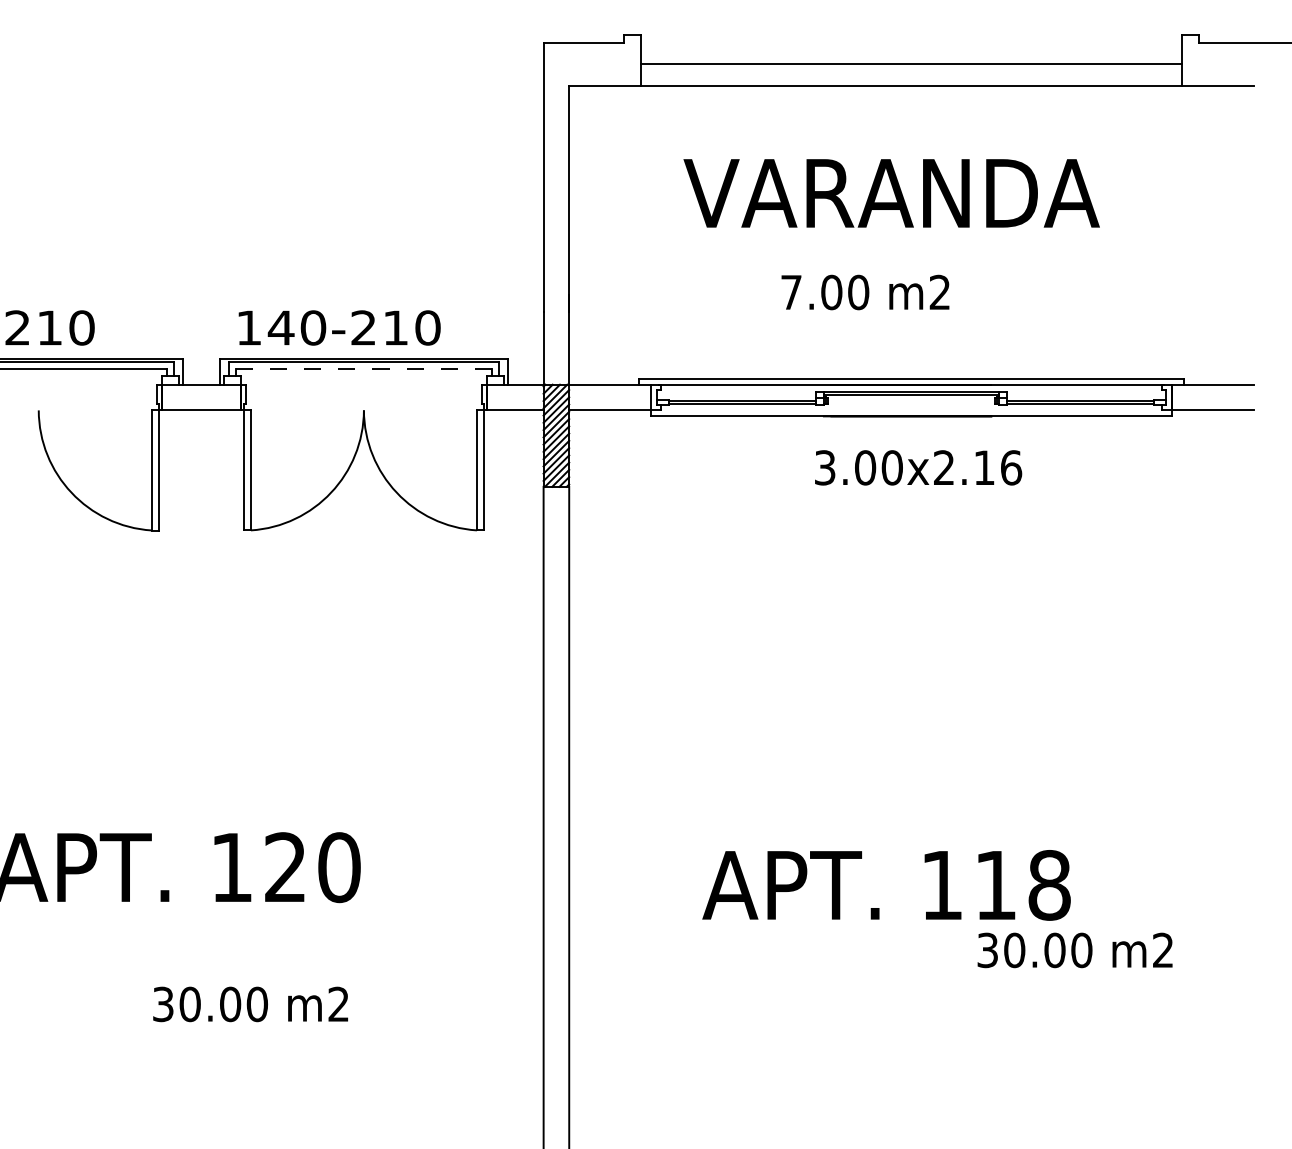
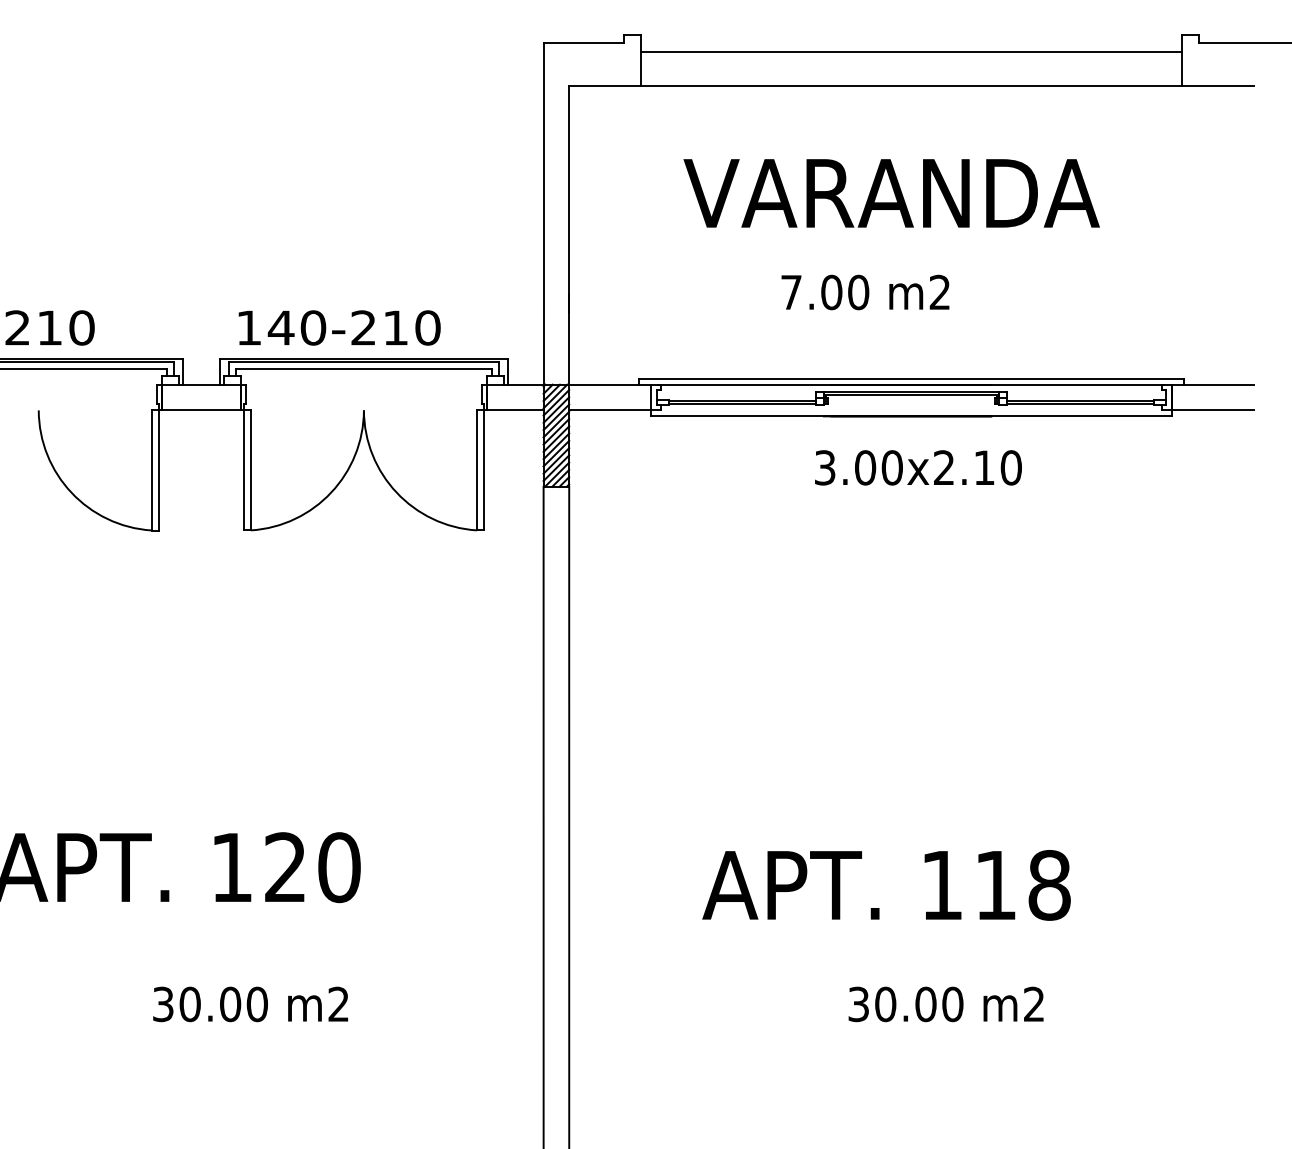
line at (911, 63) position: (911, 63) -> (911, 51)
line at (364, 369): dashed -> solid
text at (1011, 467): 3.00x2.16 -> 3.00x2.10
text at (1074, 950) position: (1074, 950) -> (945, 1004)
